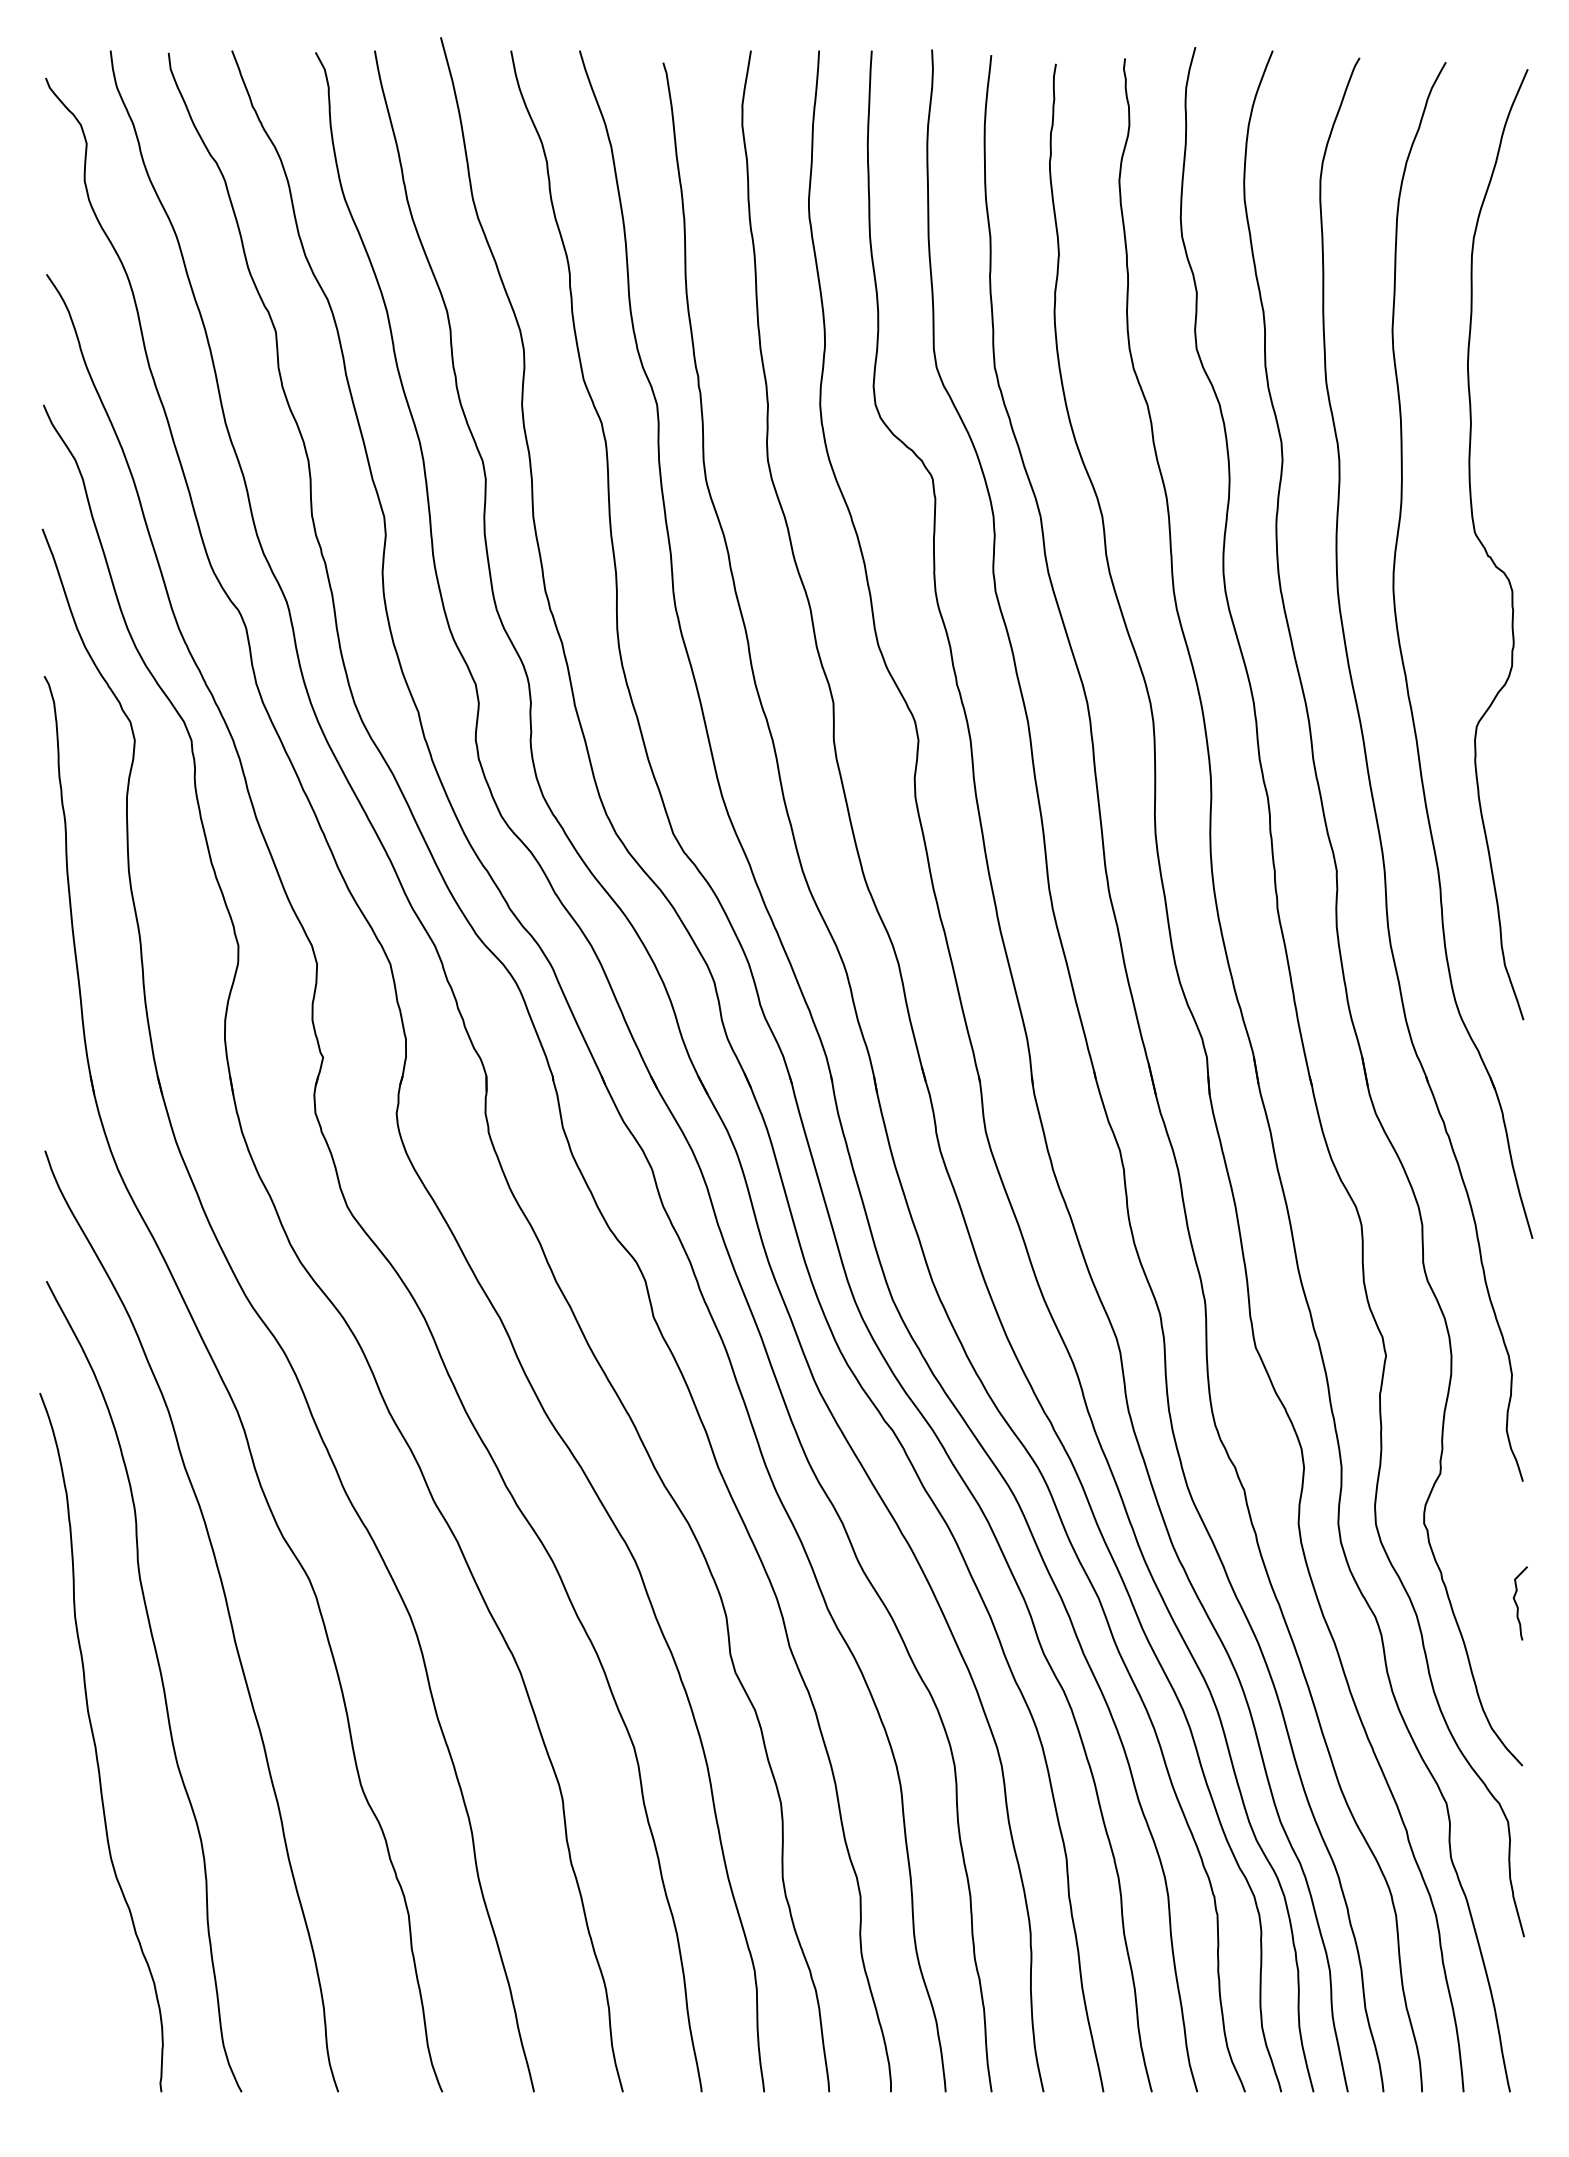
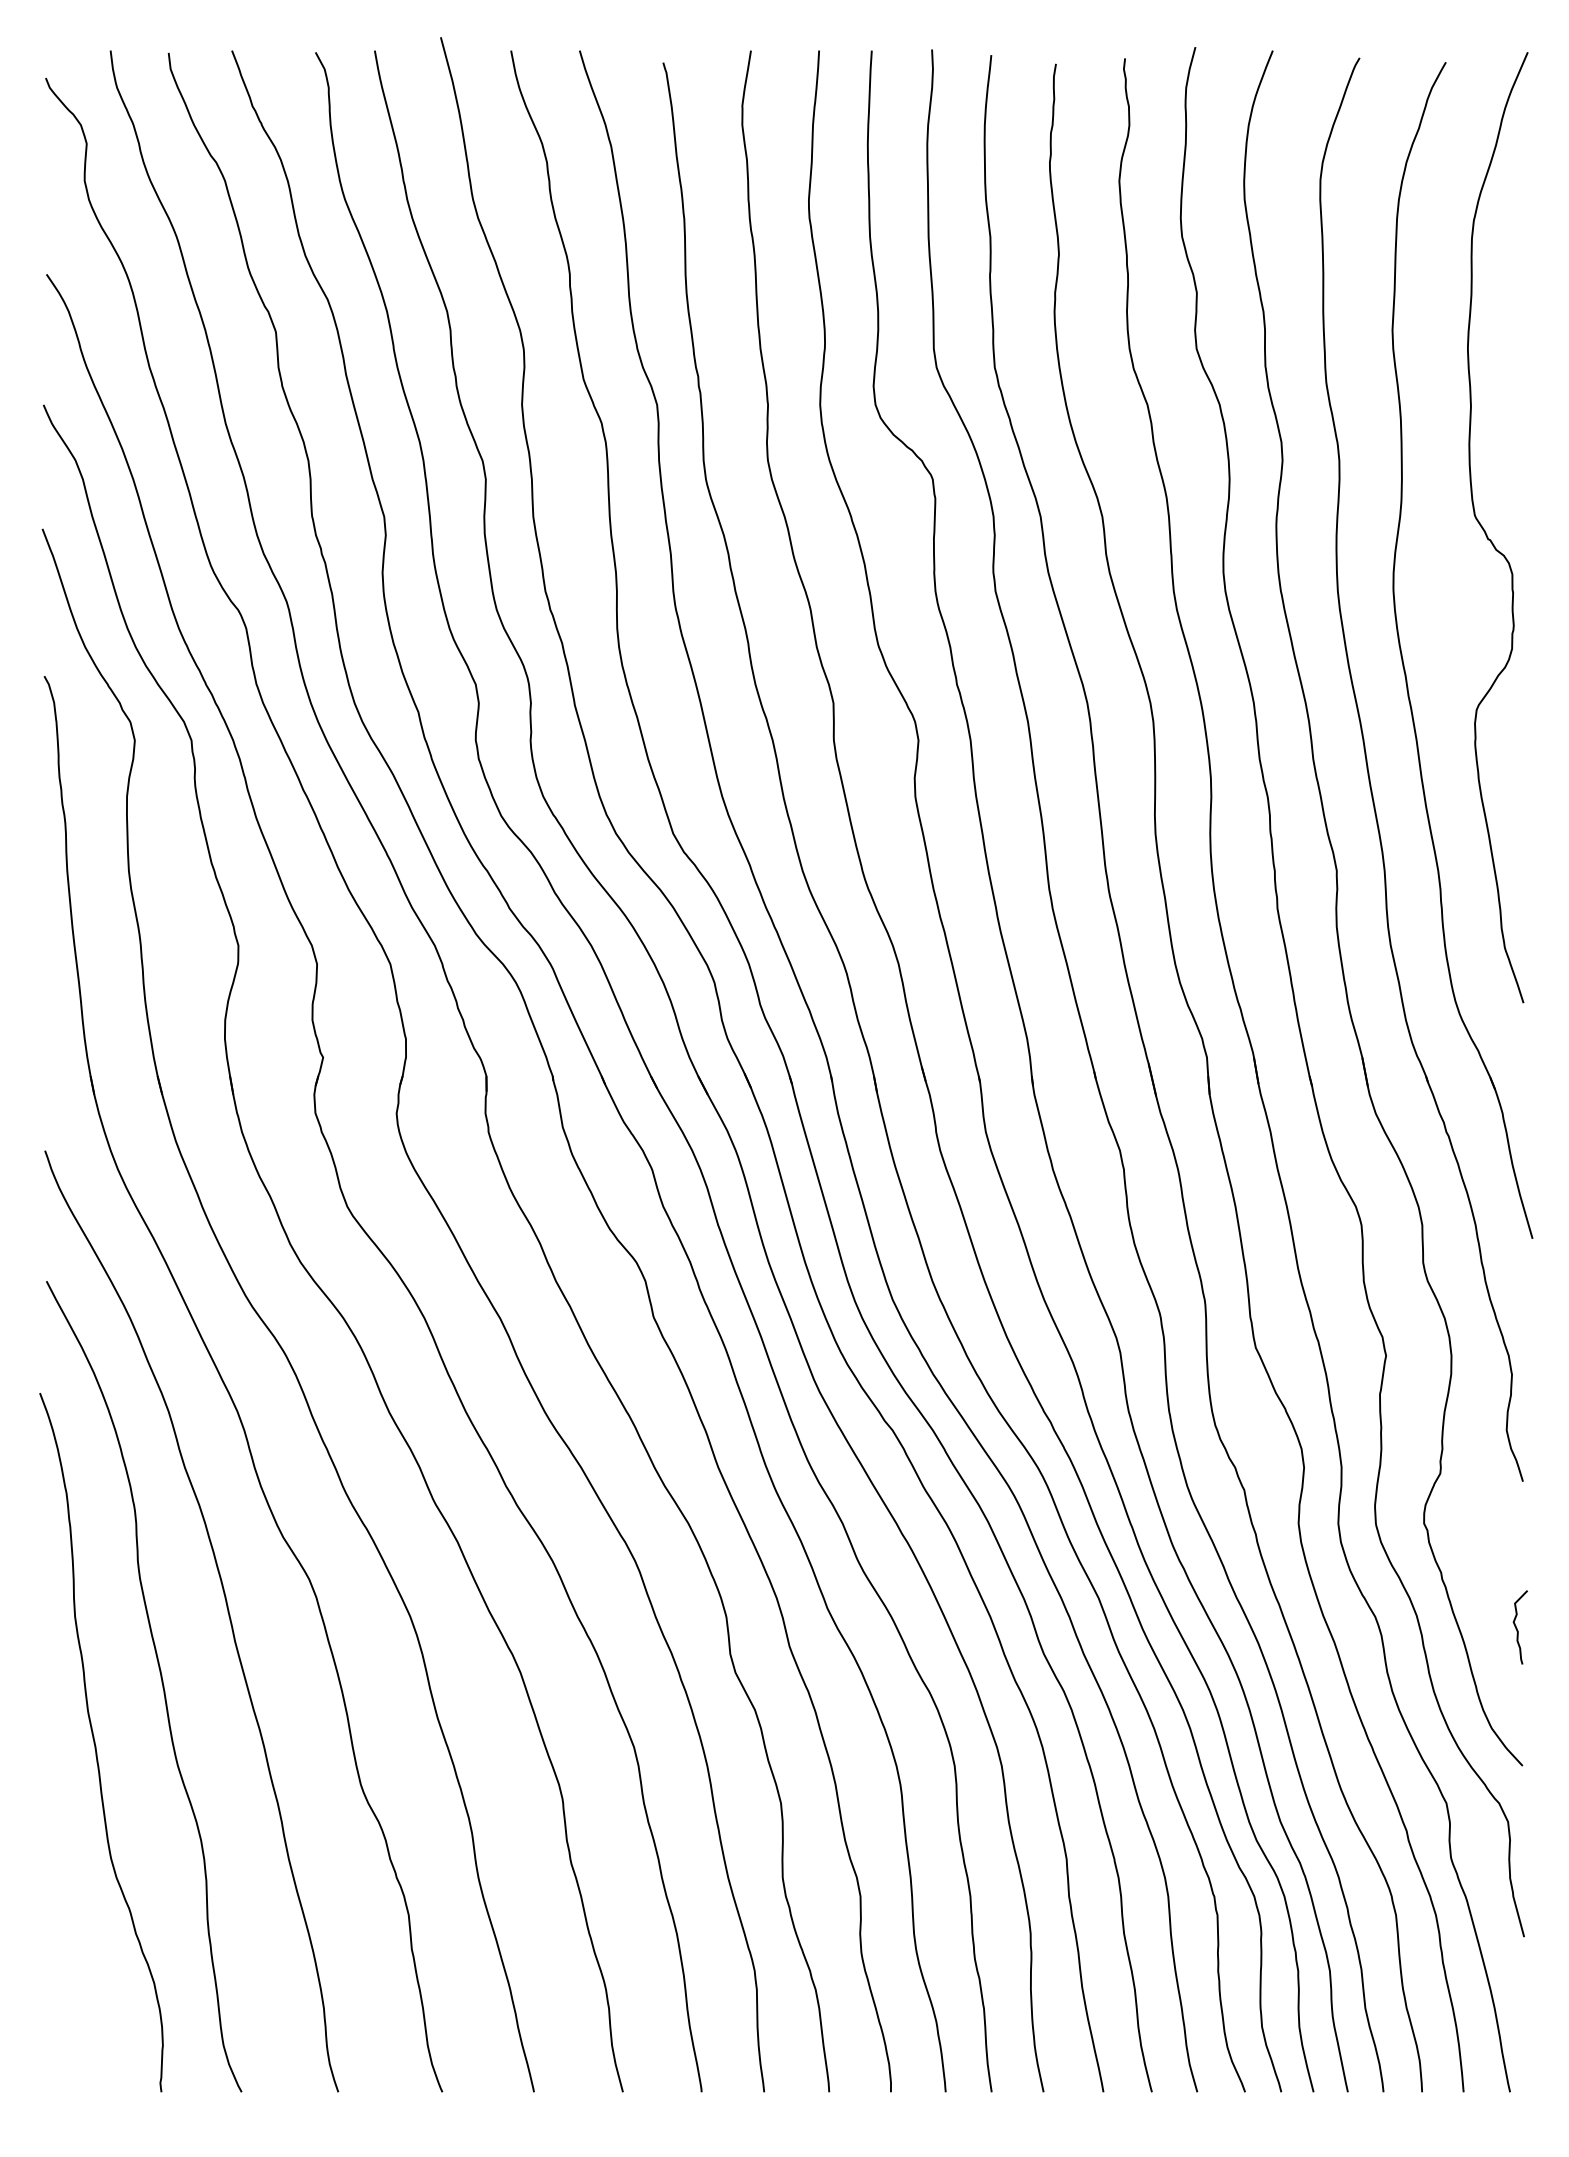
curve at (1486, 549) position: (1486, 549) -> (1486, 532)
curve at (1517, 1604) position: (1517, 1604) -> (1517, 1628)
